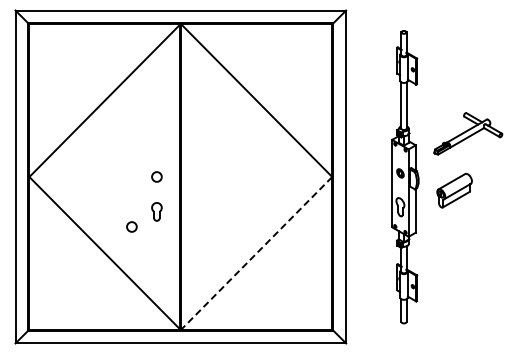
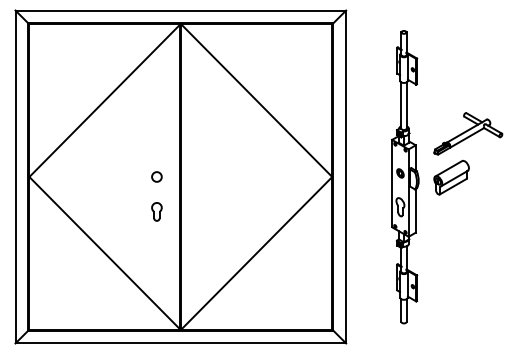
part at (454, 190) position: (454, 190) -> (451, 177)
circle at (131, 226): present -> none
line at (256, 253): dashed -> solid
